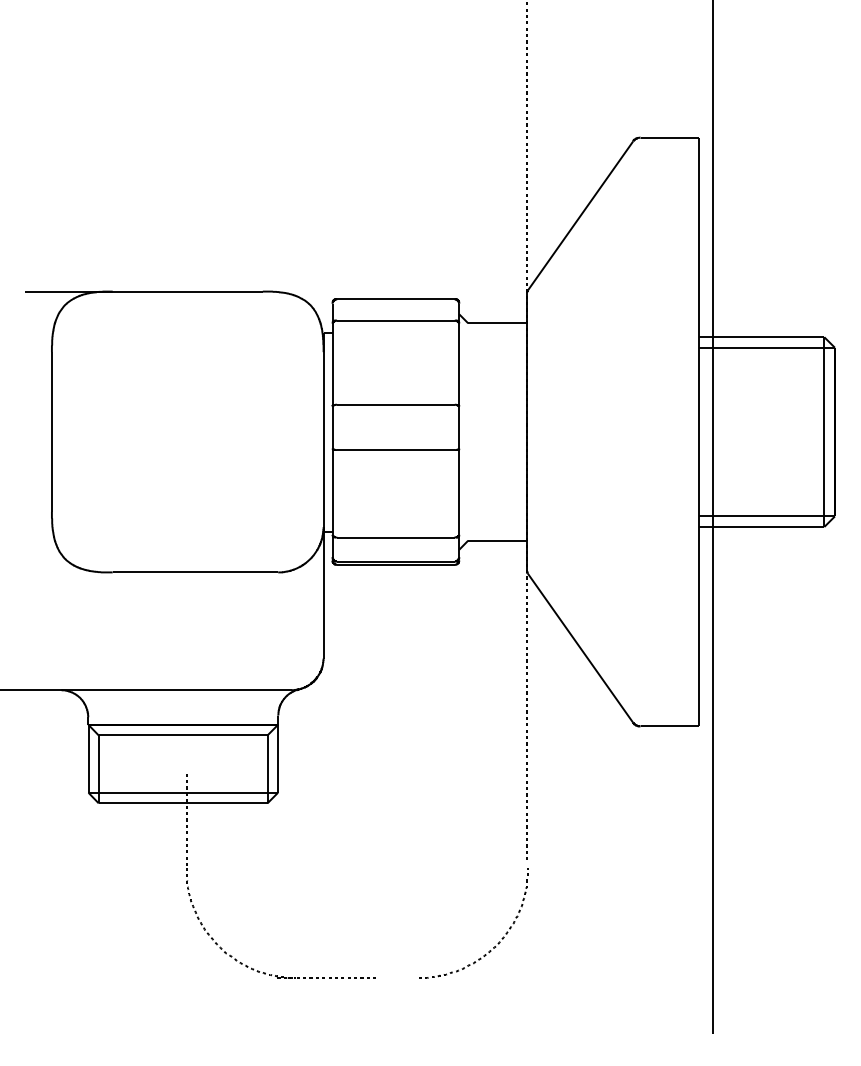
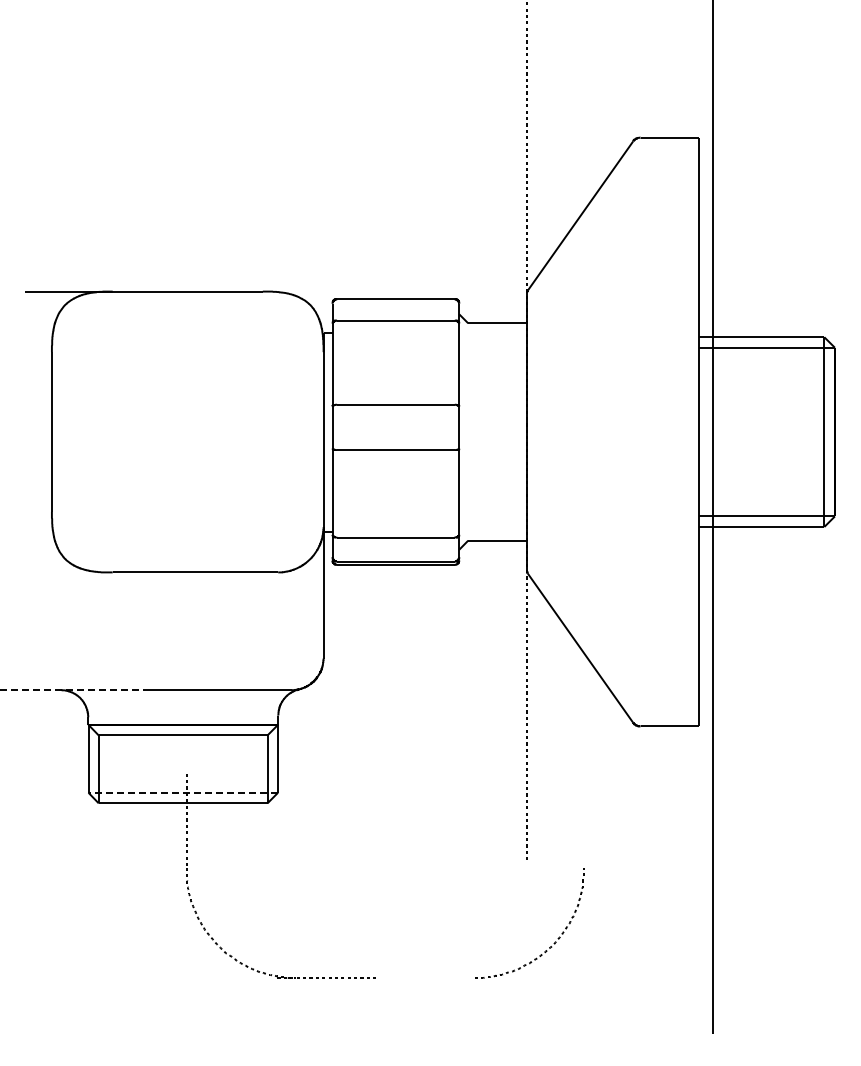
line at (74, 690): solid -> dashed
line at (183, 792): solid -> dashed
curve at (494, 946) position: (494, 946) -> (550, 946)
